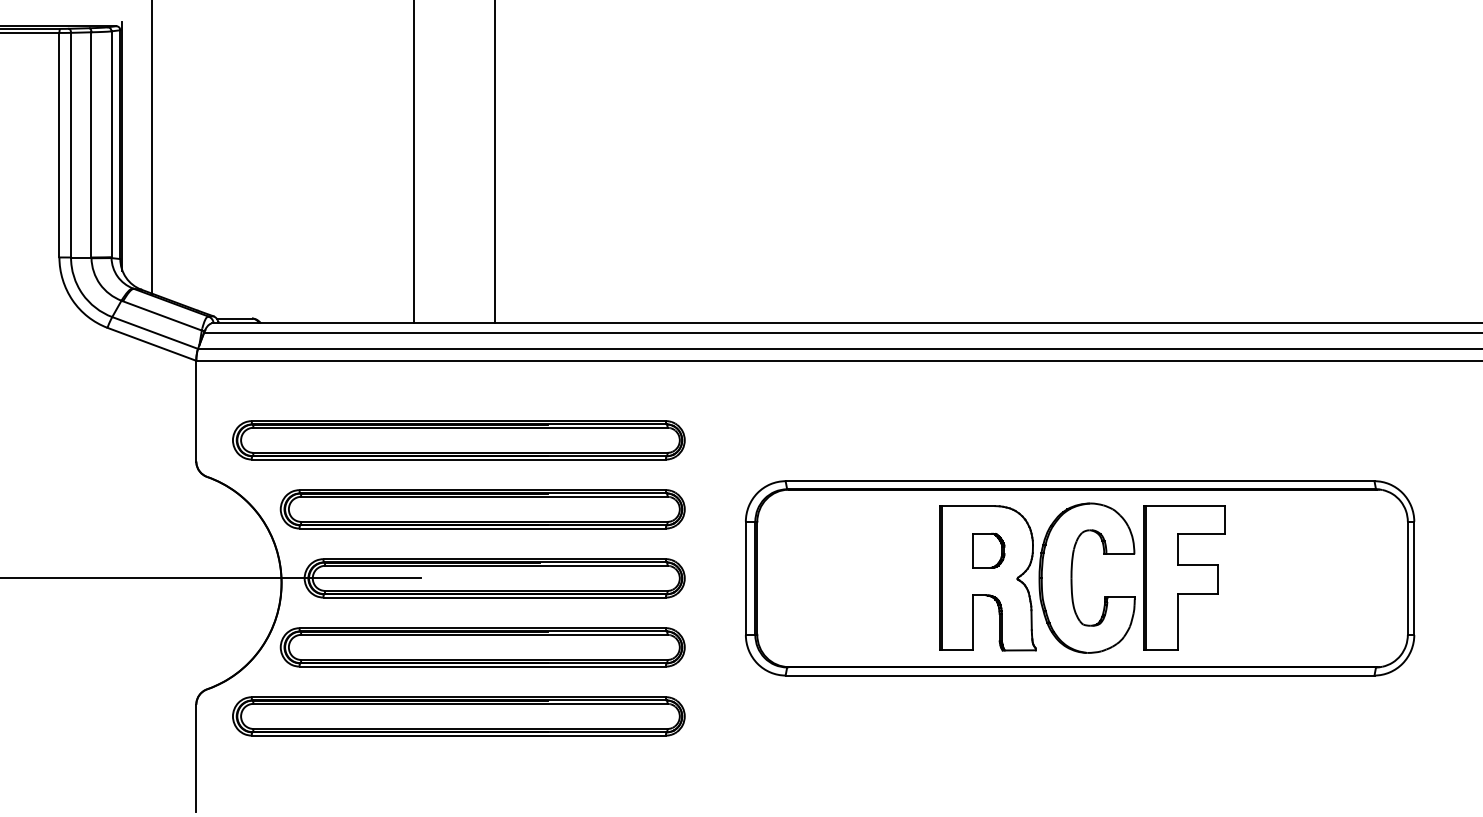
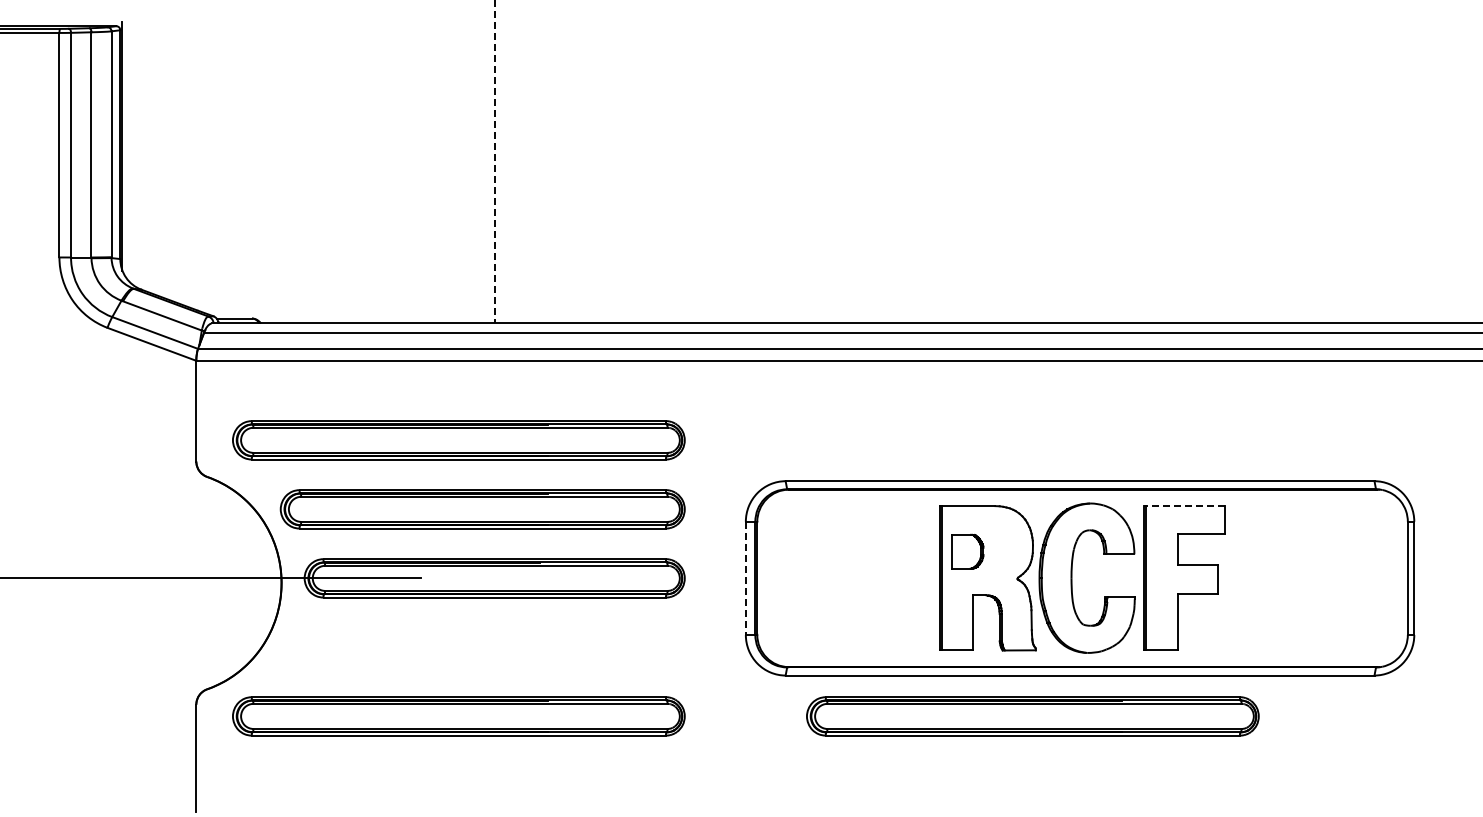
line at (152, 147): present -> none
line at (414, 162): present -> none
line at (494, 162): solid -> dashed
line at (1184, 506): solid -> dashed
part at (988, 550) position: (988, 550) -> (967, 551)
line at (745, 578): solid -> dashed
part at (482, 647): present -> none
part at (1032, 716): none -> present
